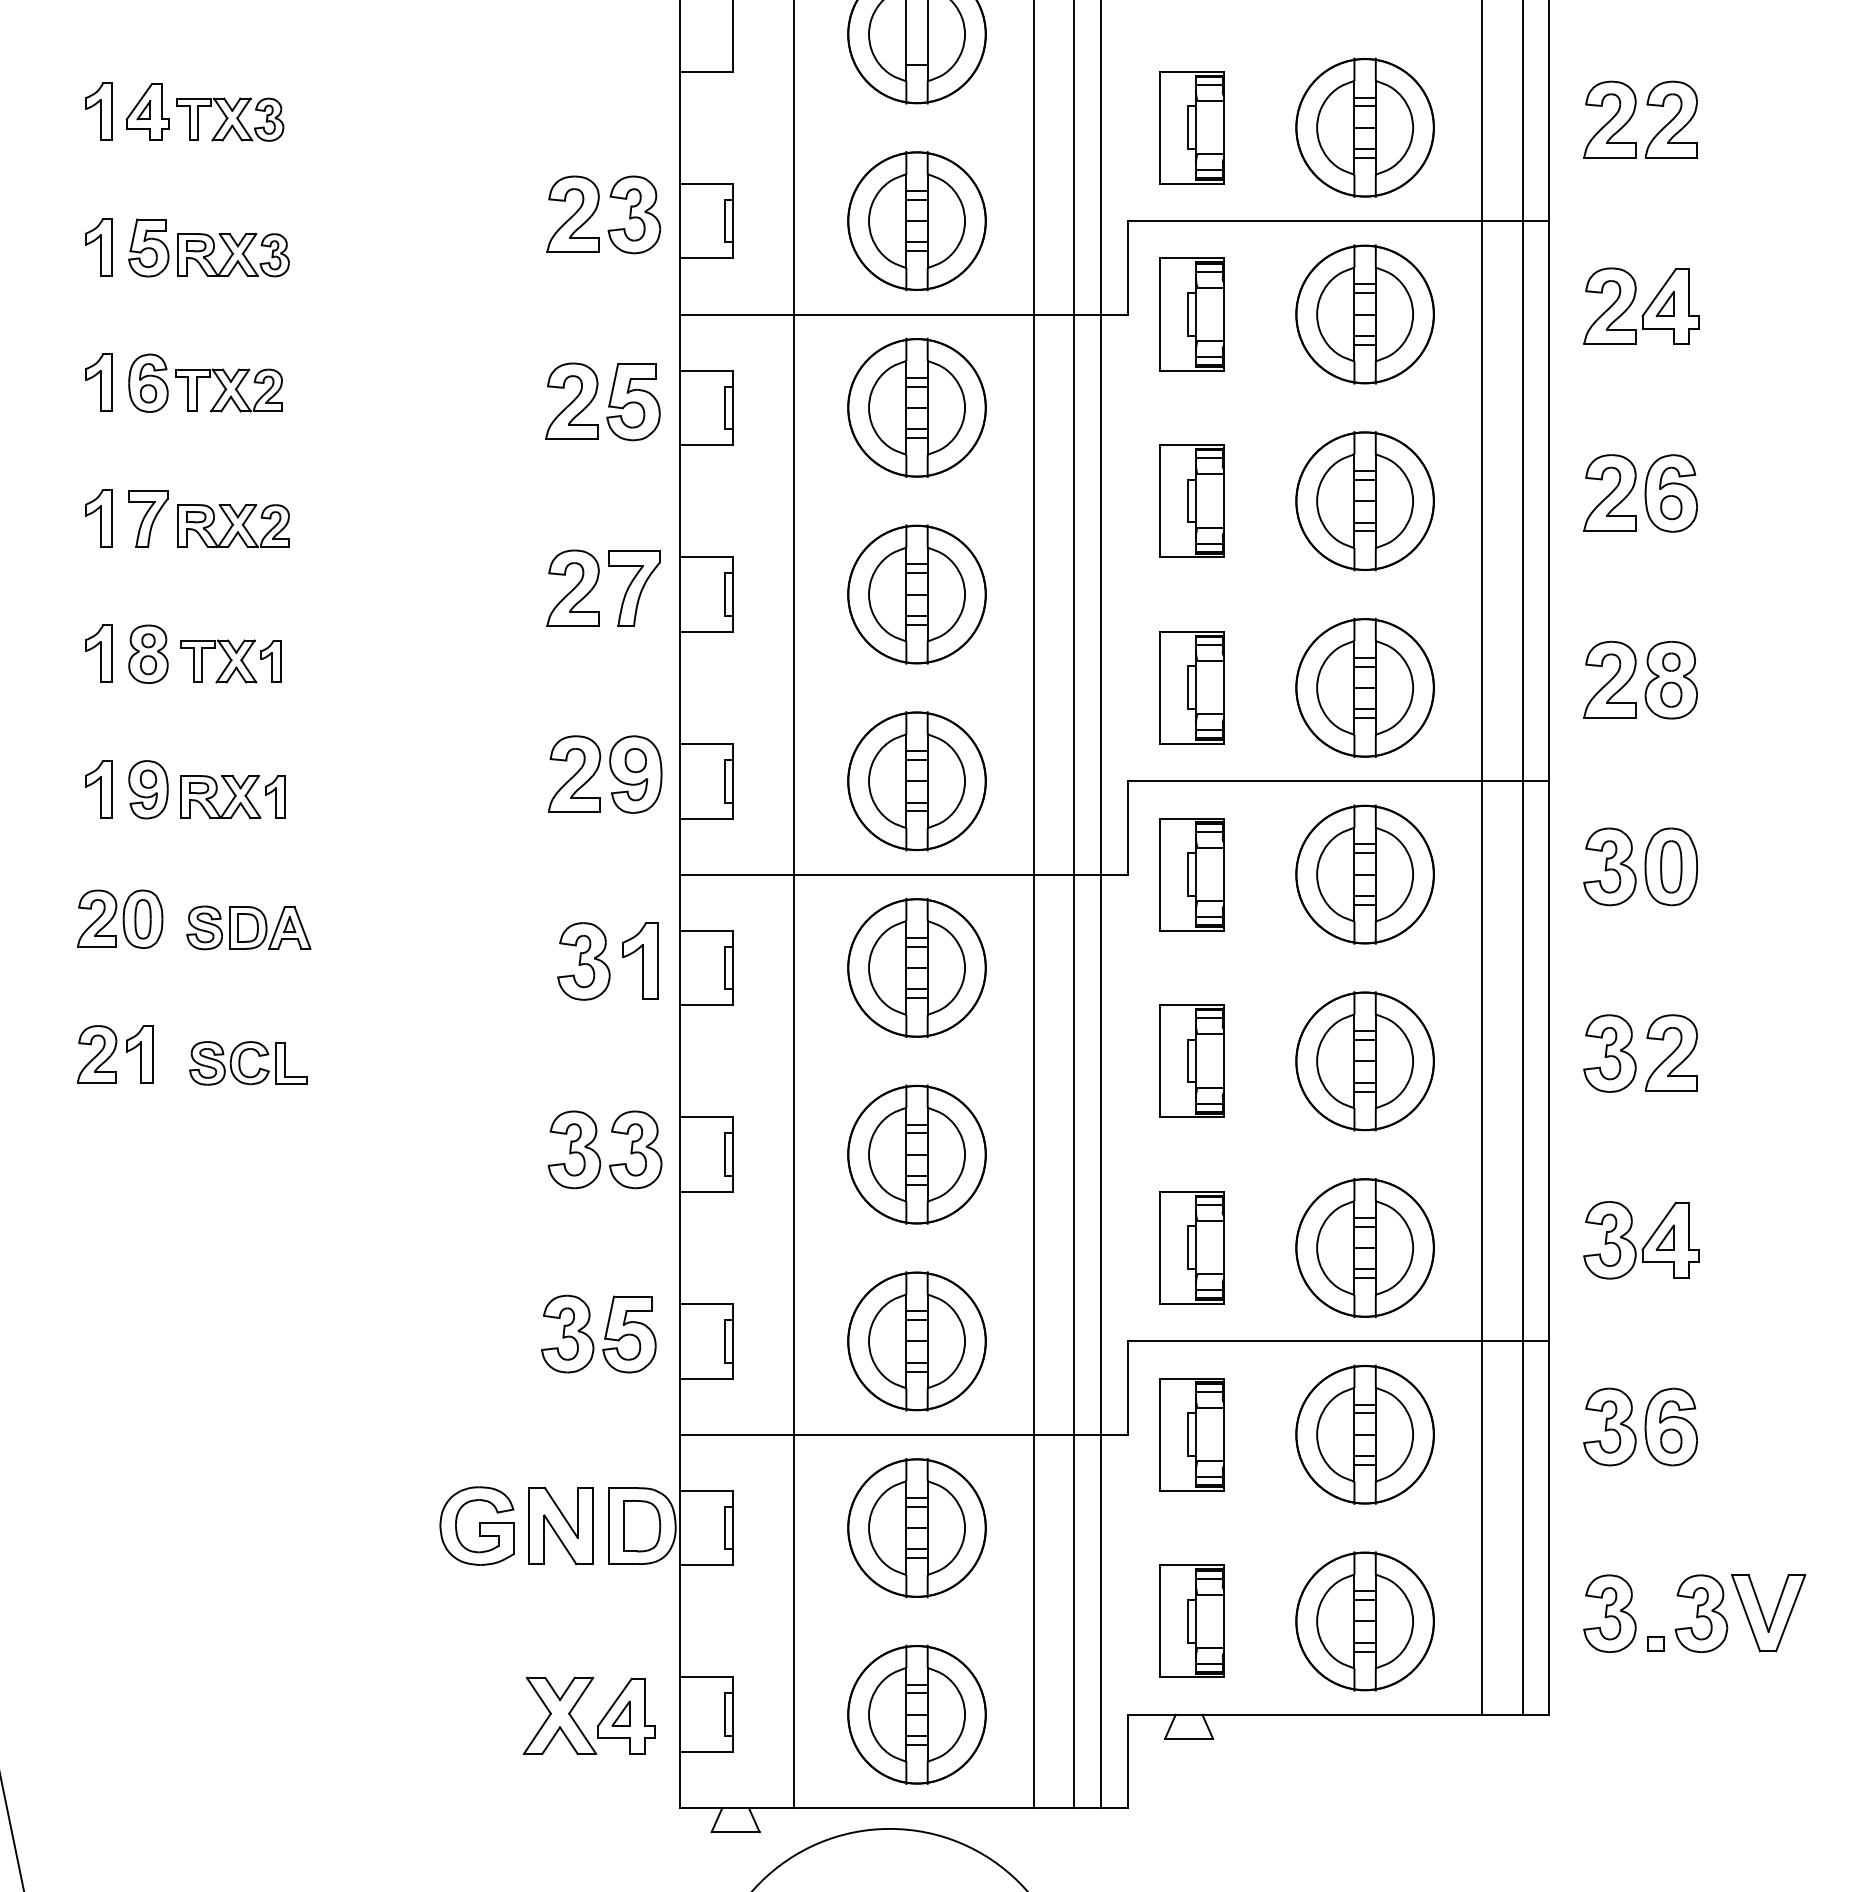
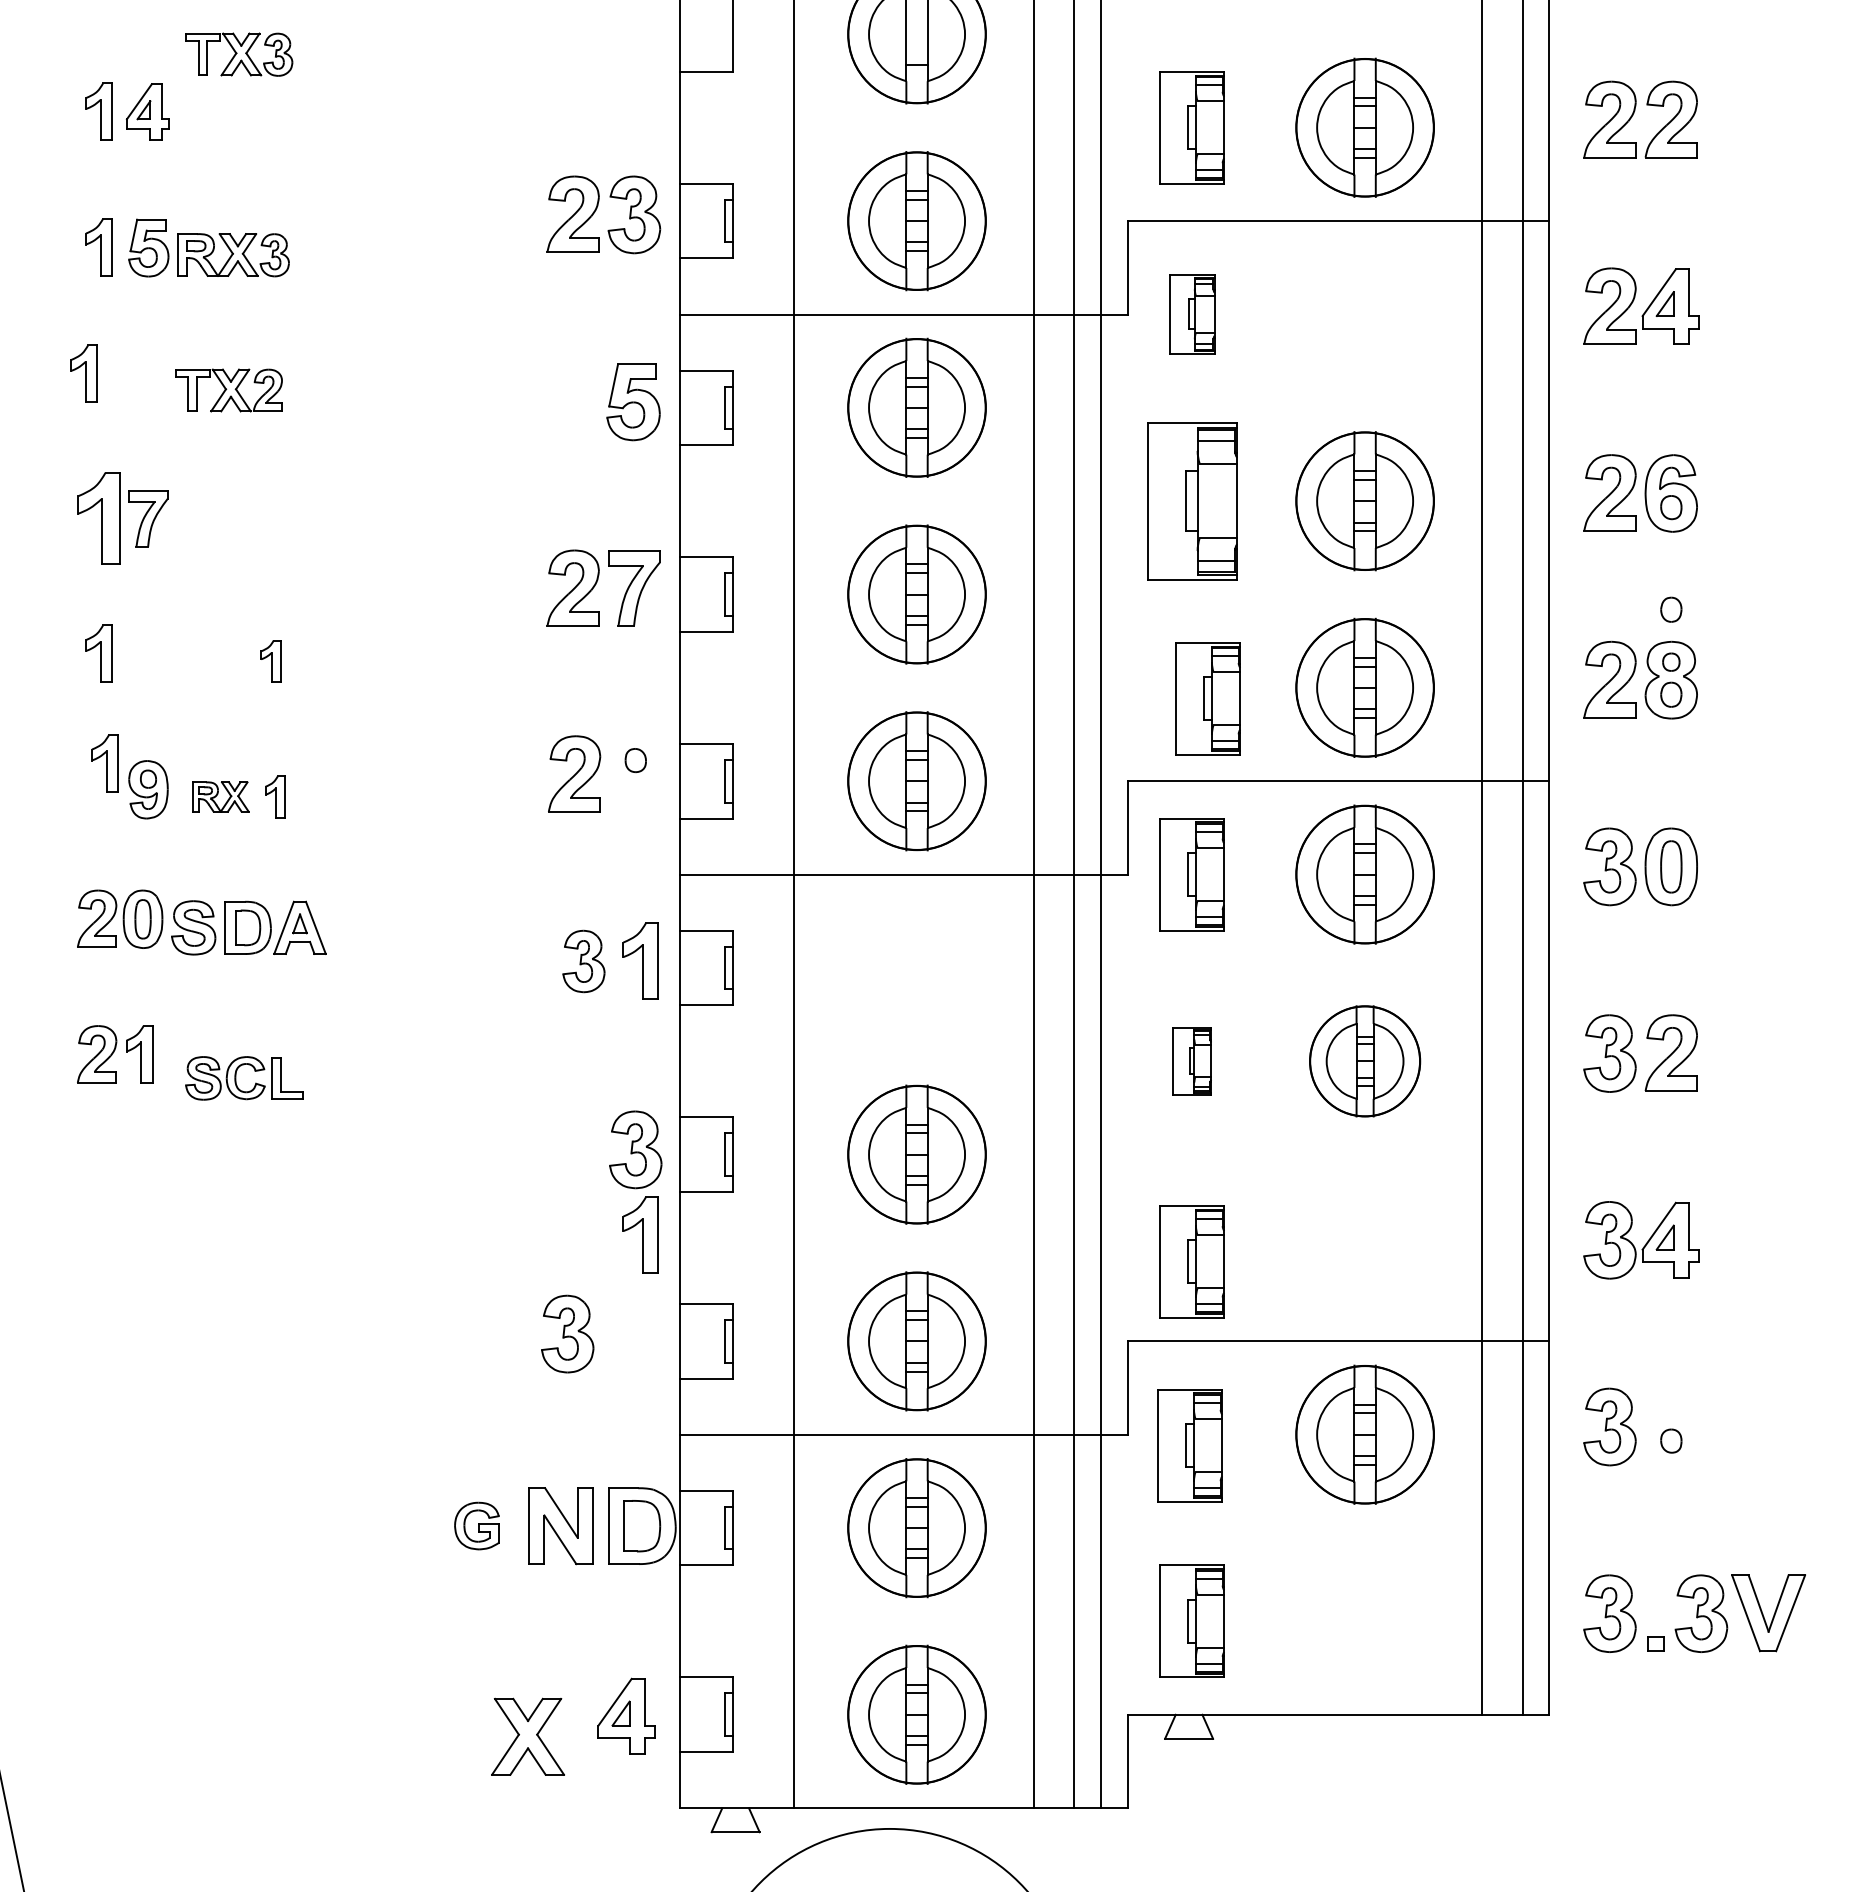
part at (230, 119) position: (230, 119) -> (239, 54)
part at (1191, 314) size: 66x115 px -> 47x81 px
part at (1364, 314): present -> none
part at (98, 382) position: (98, 382) -> (83, 373)
part at (148, 382): present -> none
part at (571, 400): present -> none
part at (1191, 500) size: 66x114 px -> 91x159 px
part at (98, 518) size: 28x59 px -> 44x93 px
part at (233, 525): present -> none
part at (1671, 609): none -> present
part at (148, 653): present -> none
part at (226, 665): present -> none
part at (1191, 687) position: (1191, 687) -> (1207, 698)
part at (635, 774): present -> none
part at (98, 789) position: (98, 789) -> (104, 763)
part at (220, 796) size: 82x44 px -> 58x32 px
part at (248, 927) size: 126x46 px -> 156x56 px
part at (583, 961) size: 54x79 px -> 44x65 px
part at (916, 967): present -> none
part at (1191, 1060) size: 66x114 px -> 40x69 px
part at (1364, 1061) size: 140x141 px -> 113x113 px
part at (240, 1063) position: (240, 1063) -> (236, 1078)
part at (574, 1149): present -> none
part at (640, 1234): none -> present
part at (1191, 1247) position: (1191, 1247) -> (1191, 1261)
part at (1364, 1248): present -> none
part at (629, 1334): present -> none
part at (1670, 1426): present -> none
part at (1191, 1434) position: (1191, 1434) -> (1189, 1445)
part at (476, 1525) size: 76x80 px -> 46x50 px
part at (1364, 1621): present -> none
part at (559, 1715) position: (559, 1715) -> (527, 1736)
